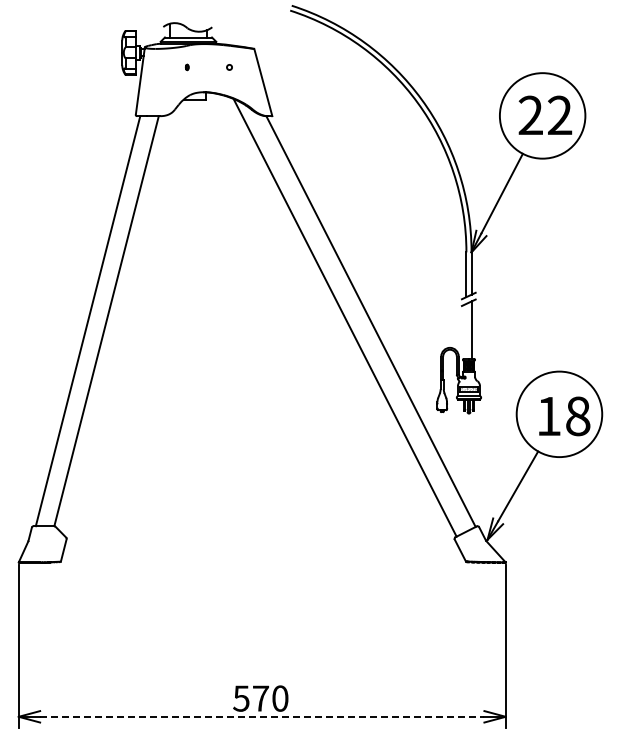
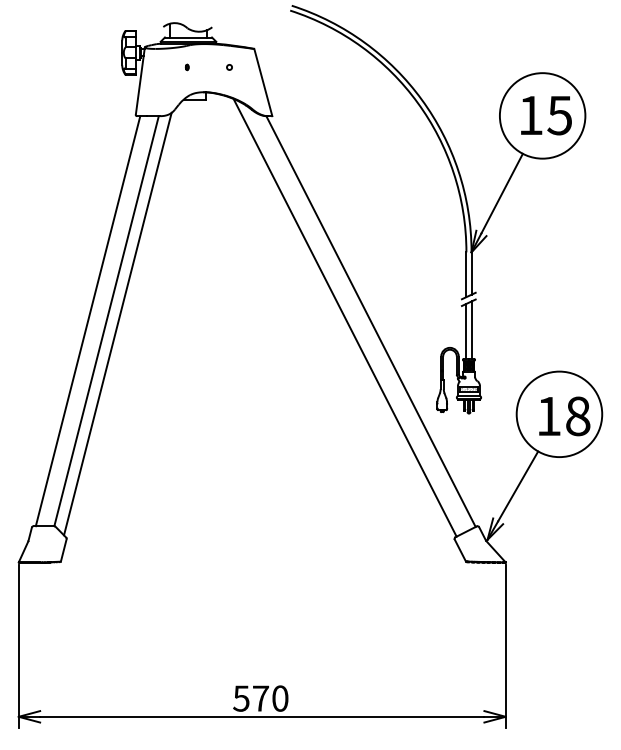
text at (545, 115): 22 -> 15
line at (117, 323): none -> present
line at (466, 330): none -> present
line at (262, 716): dashed -> solid
